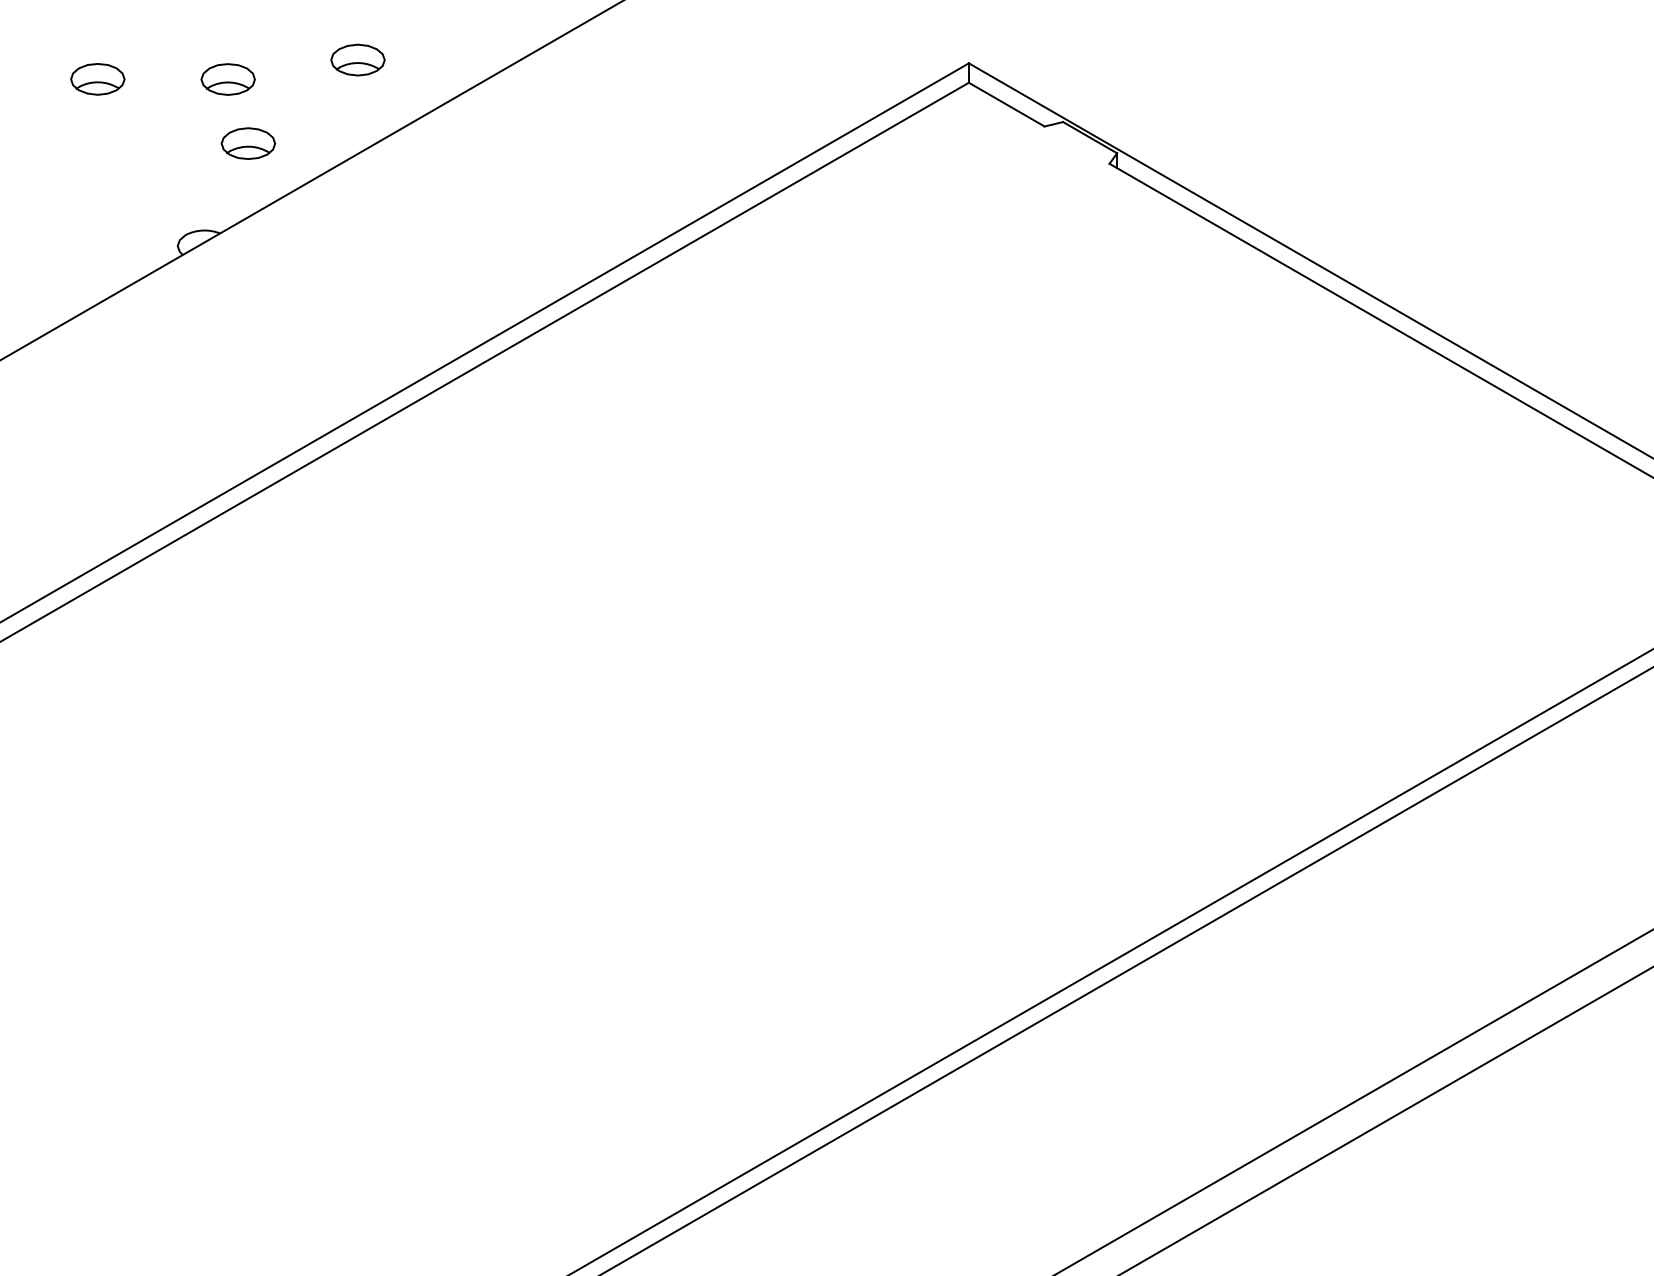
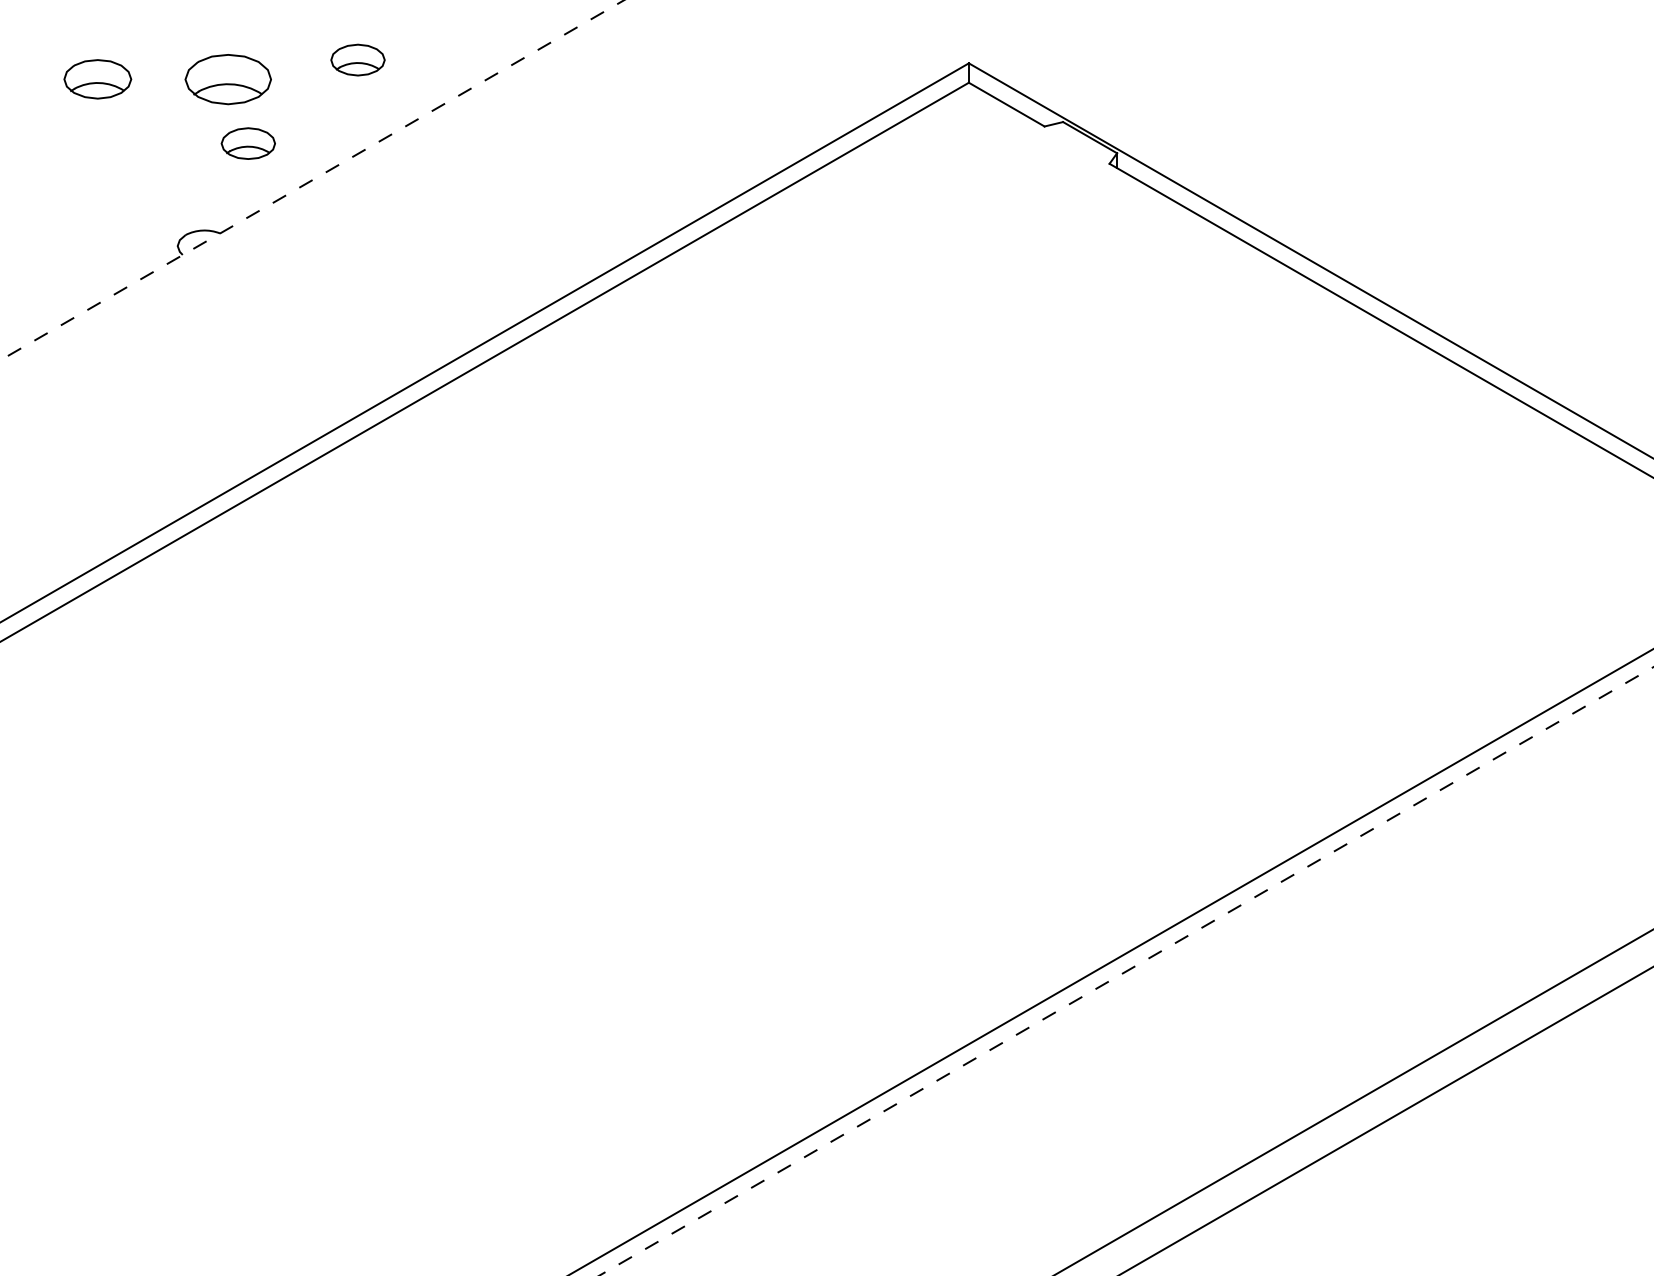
part at (97, 79) size: 56x33 px -> 70x41 px
part at (227, 79) size: 56x33 px -> 88x52 px
line at (312, 180): solid -> dashed
line at (1126, 971): solid -> dashed
